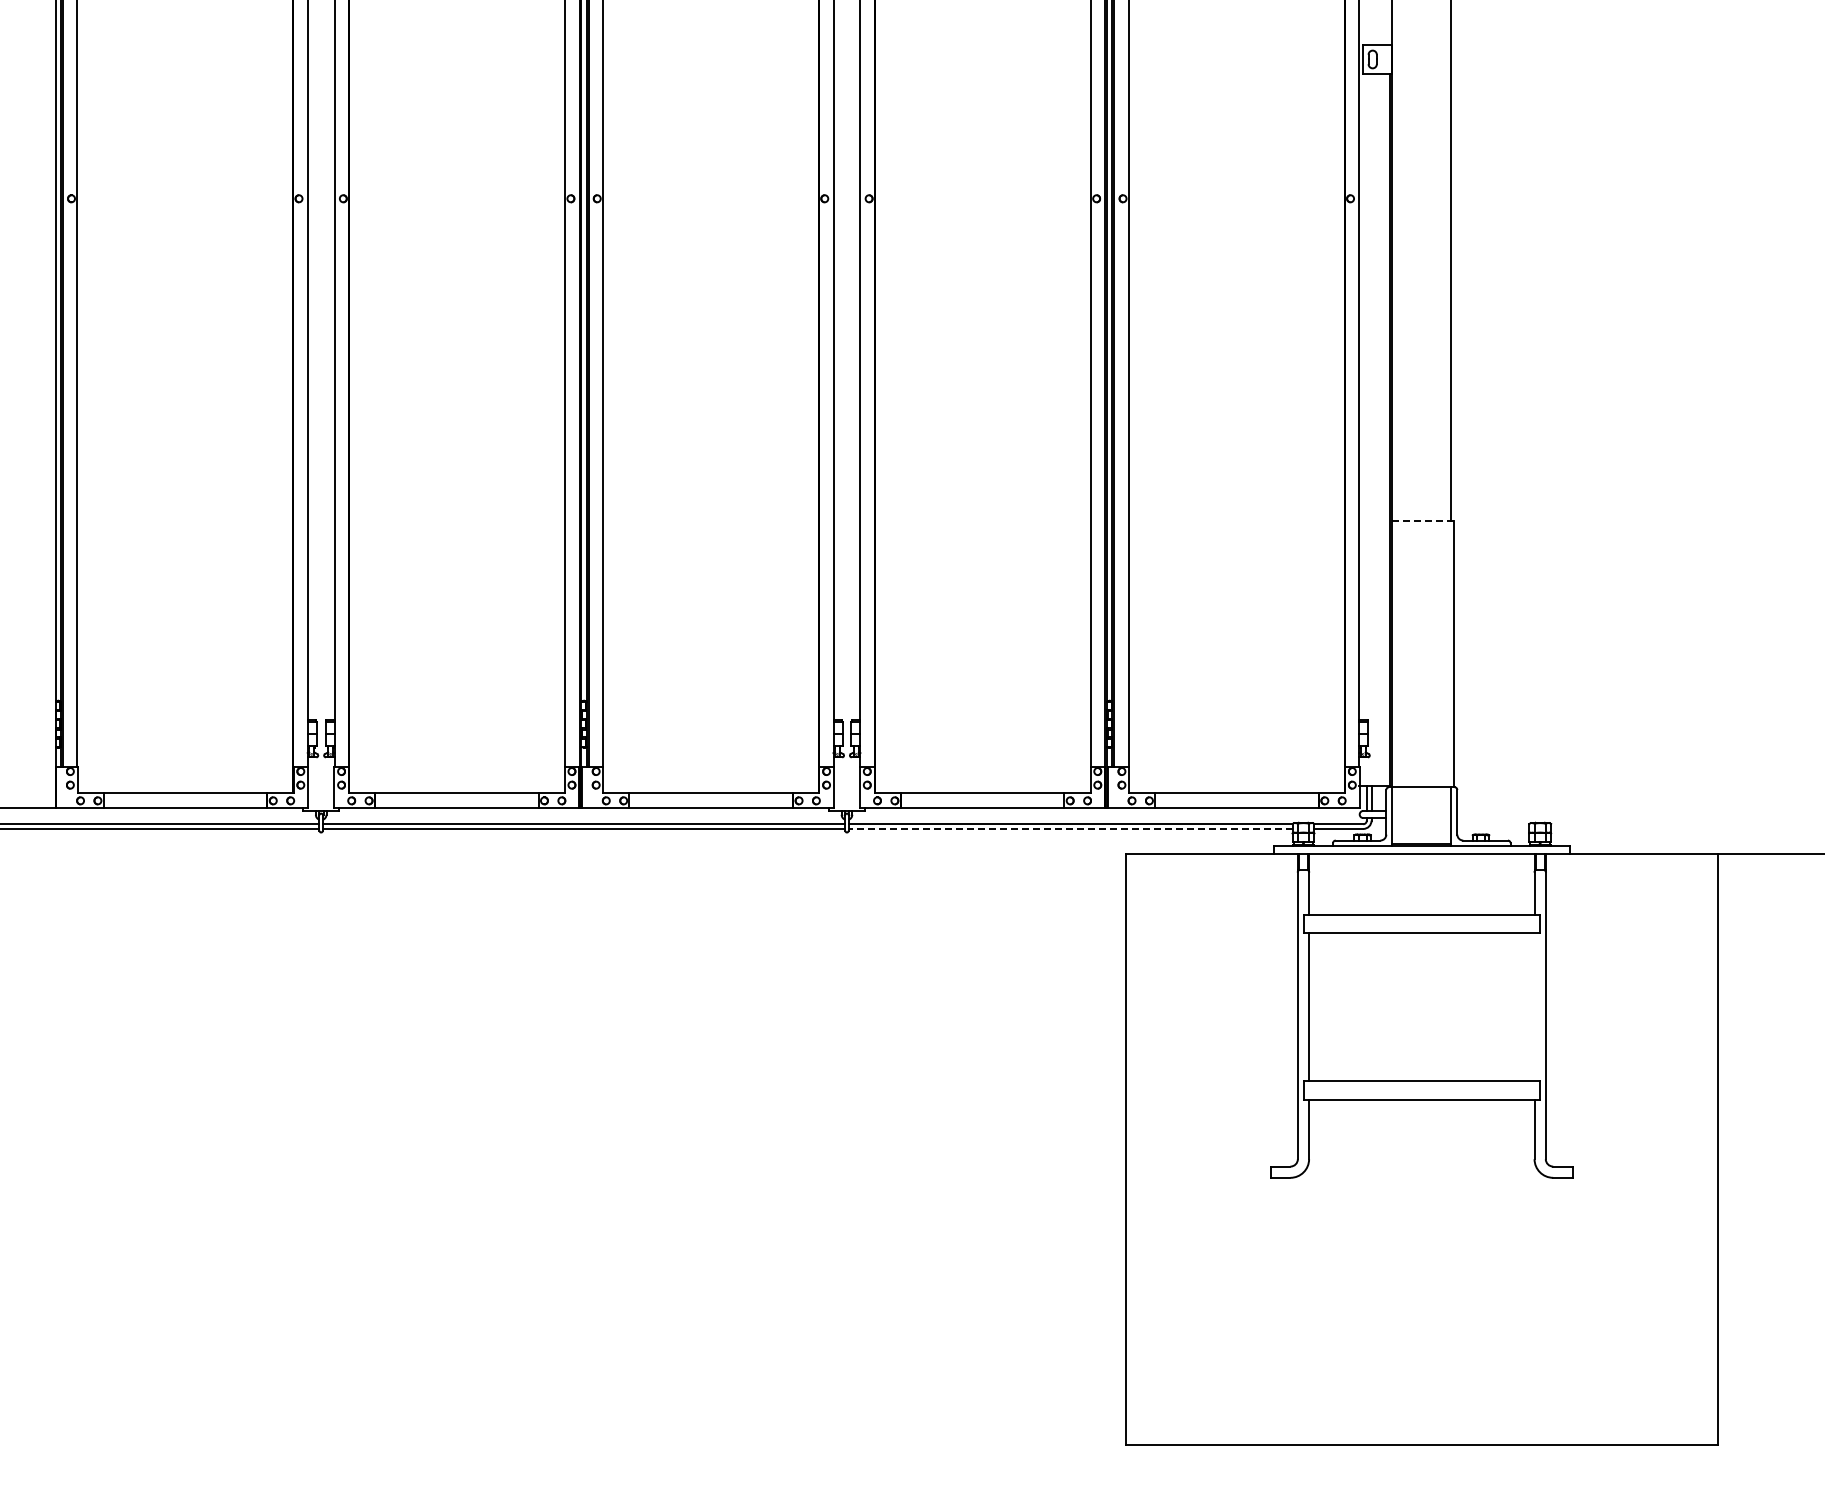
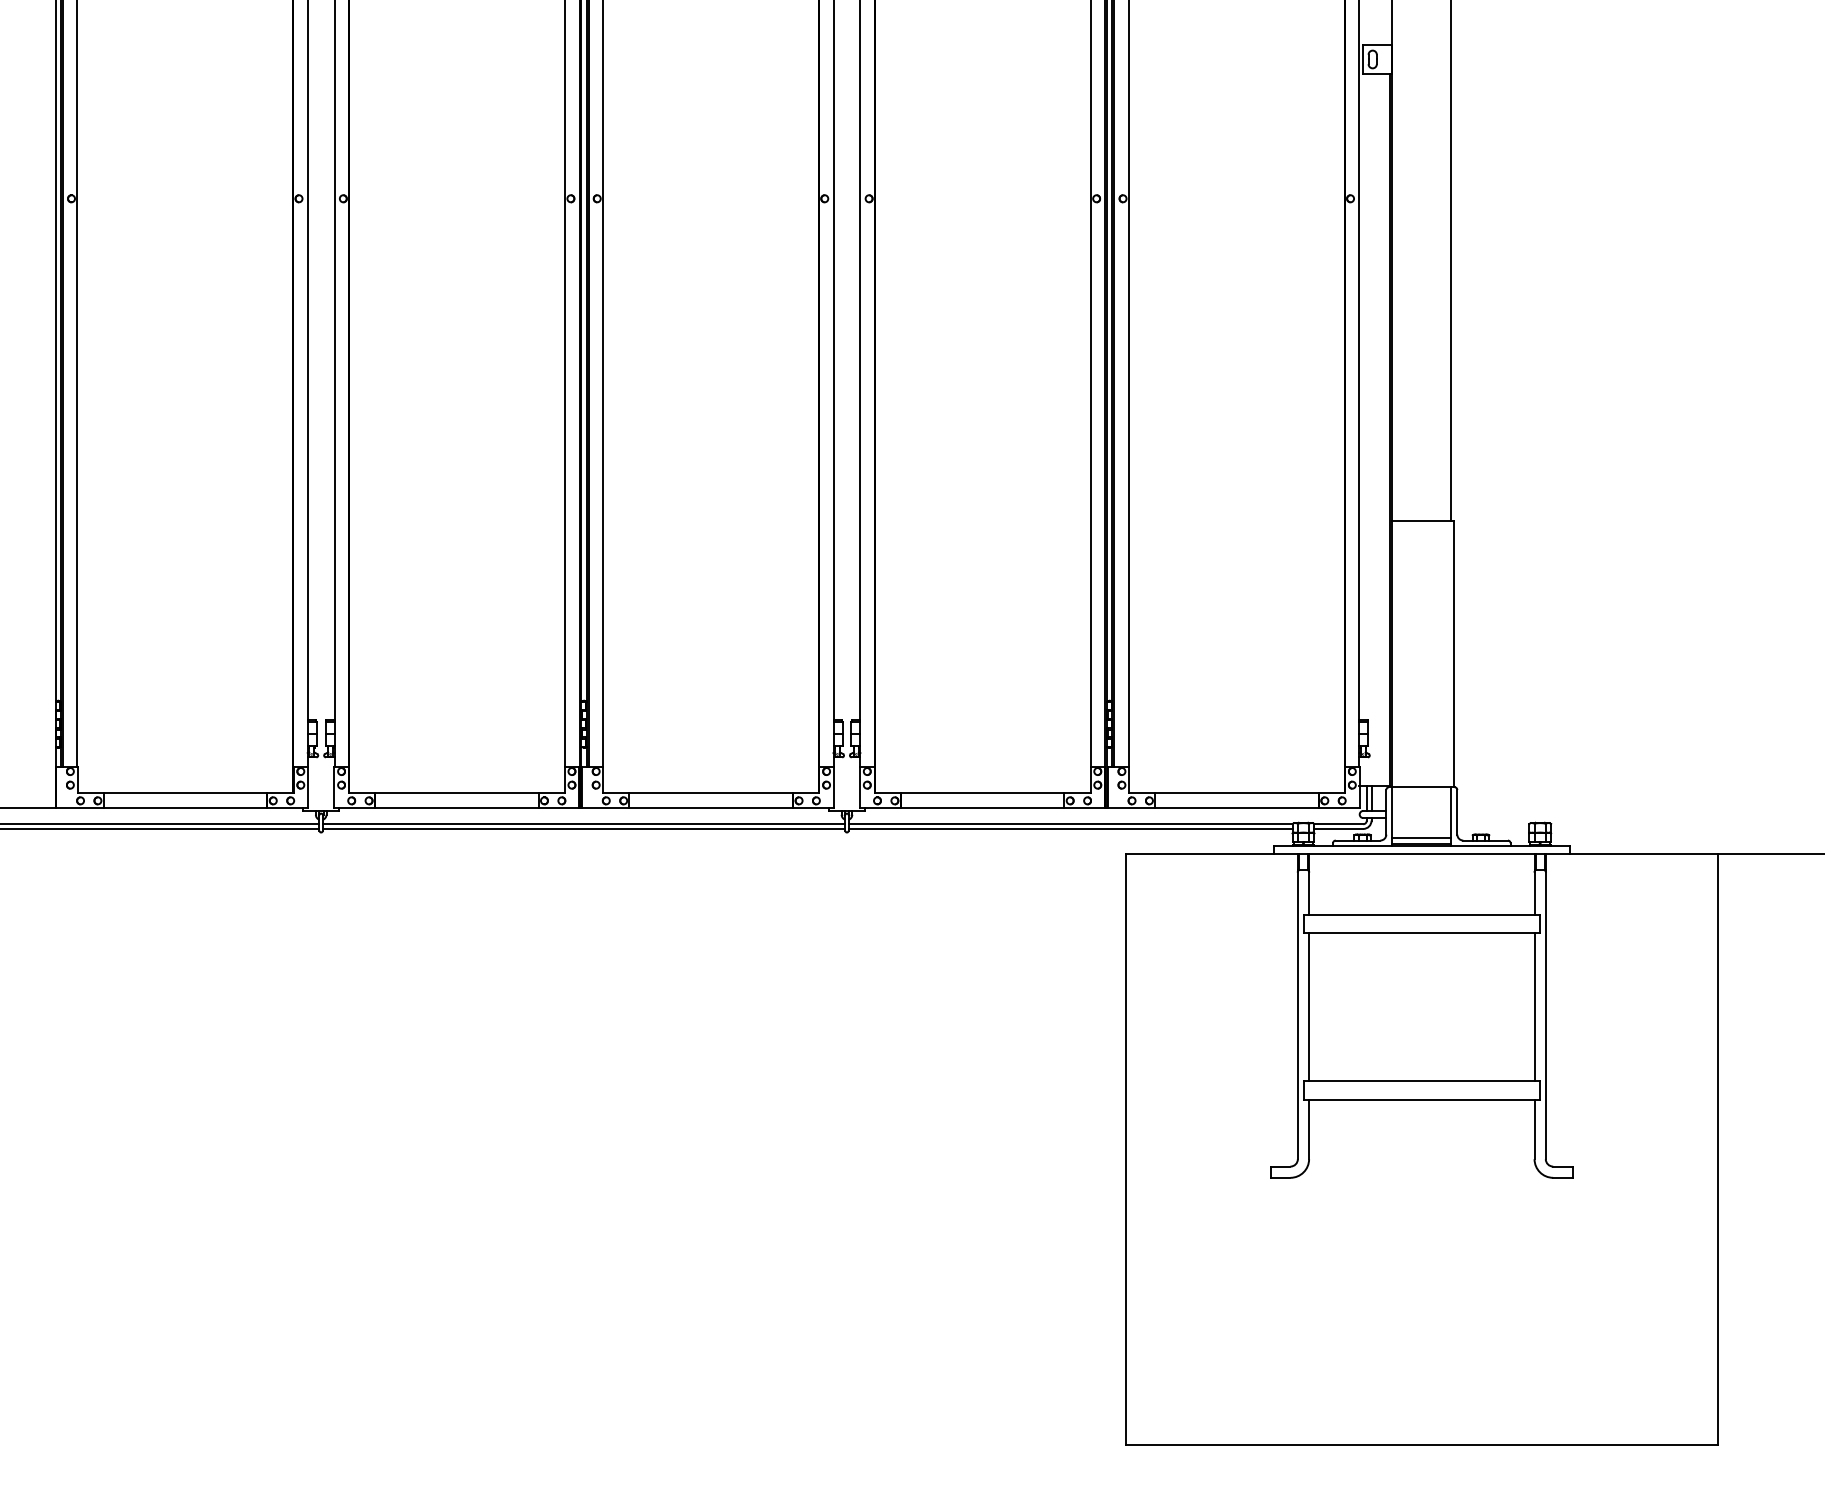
line at (1422, 521): dashed -> solid
line at (1070, 828): dashed -> solid
line at (1421, 837): none -> present
line at (1534, 1007): none -> present
